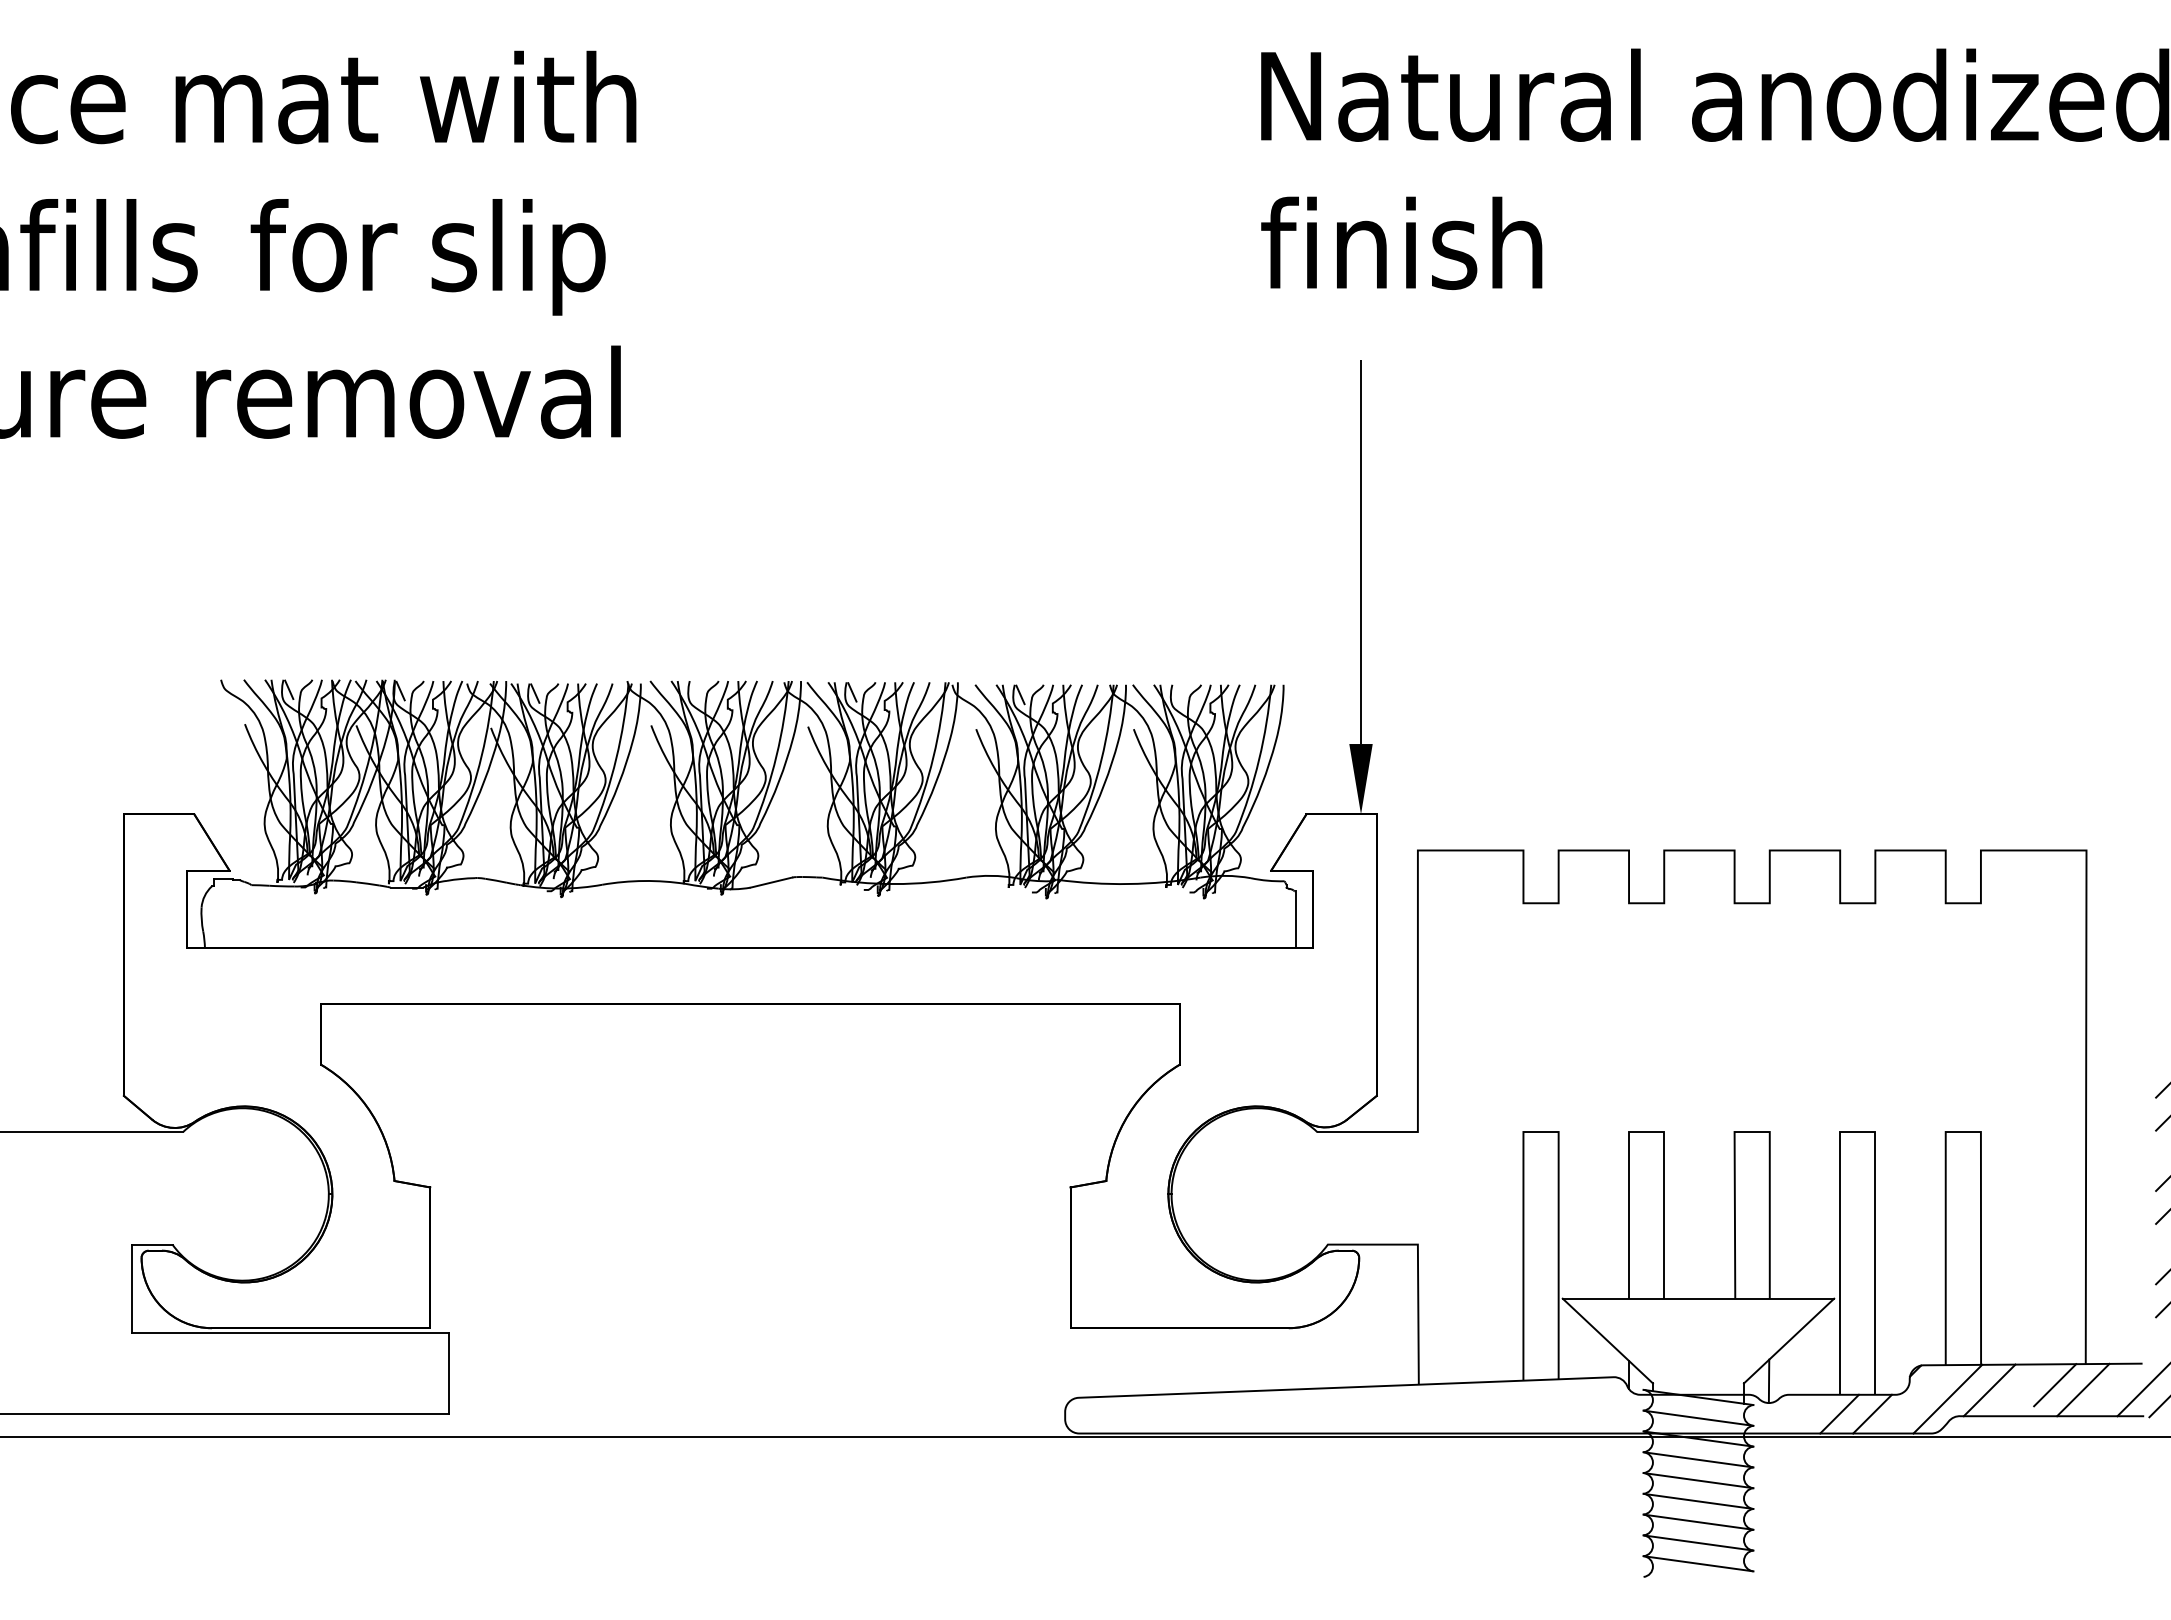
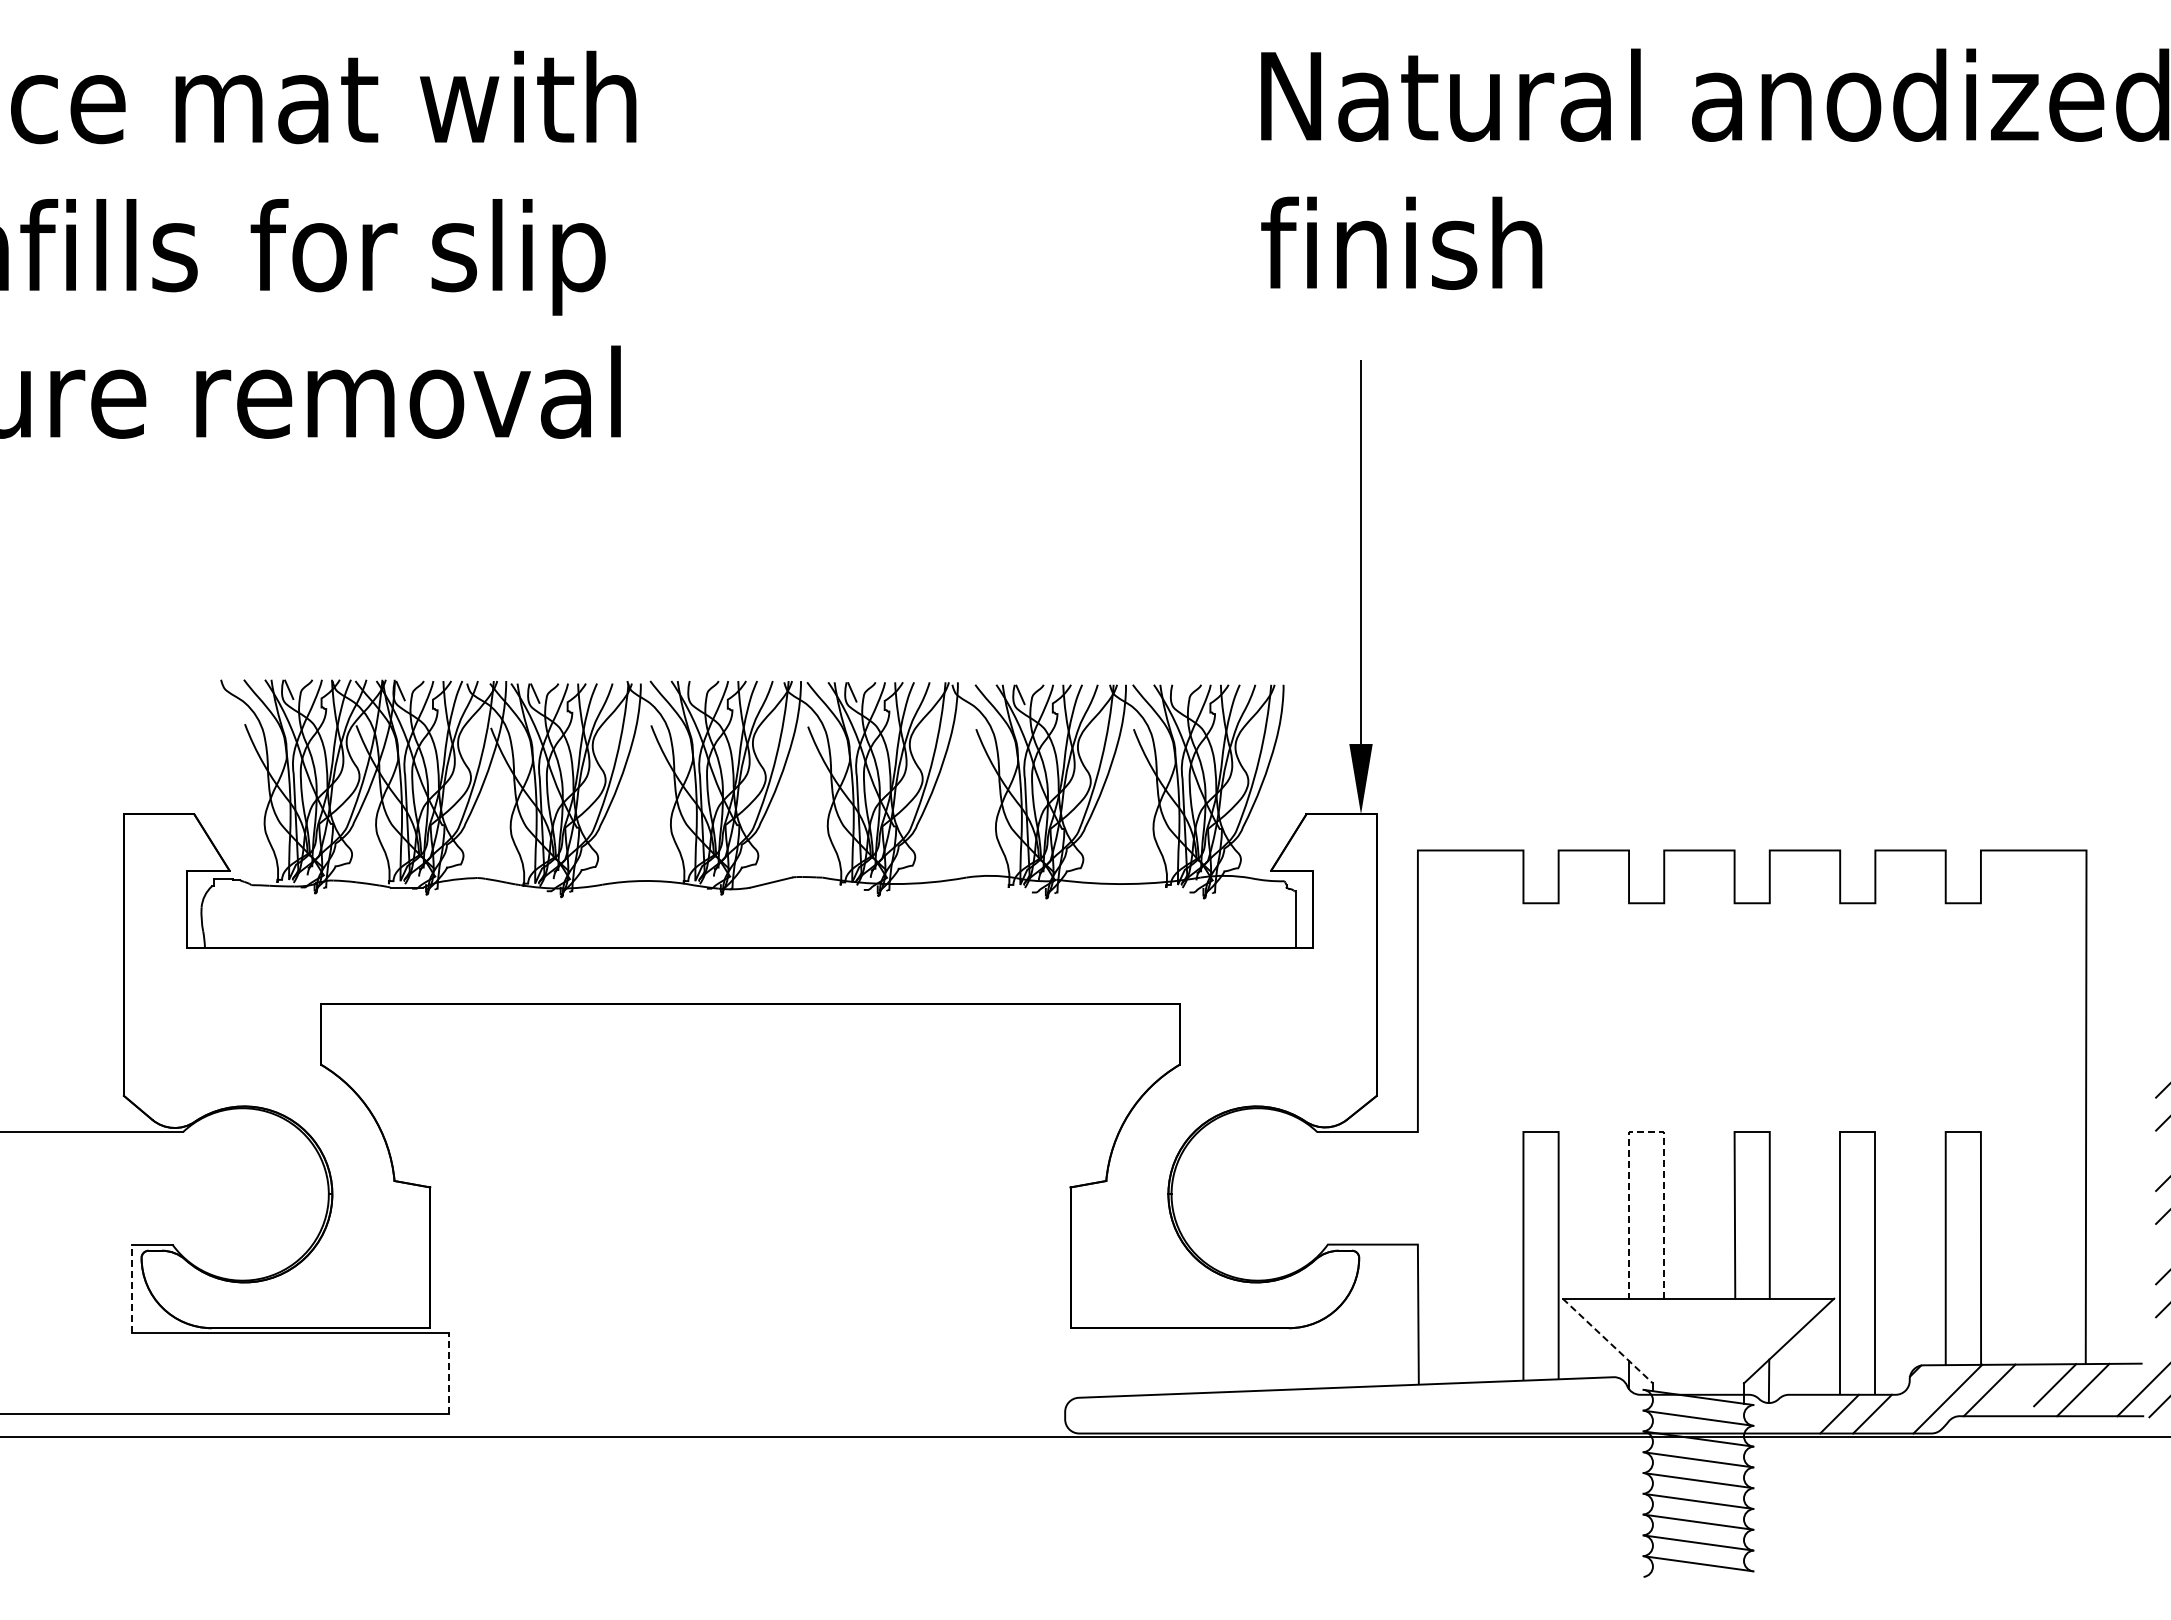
line at (1646, 1132): solid -> dashed
line at (132, 1288): solid -> dashed
line at (1607, 1341): solid -> dashed
line at (448, 1372): solid -> dashed
